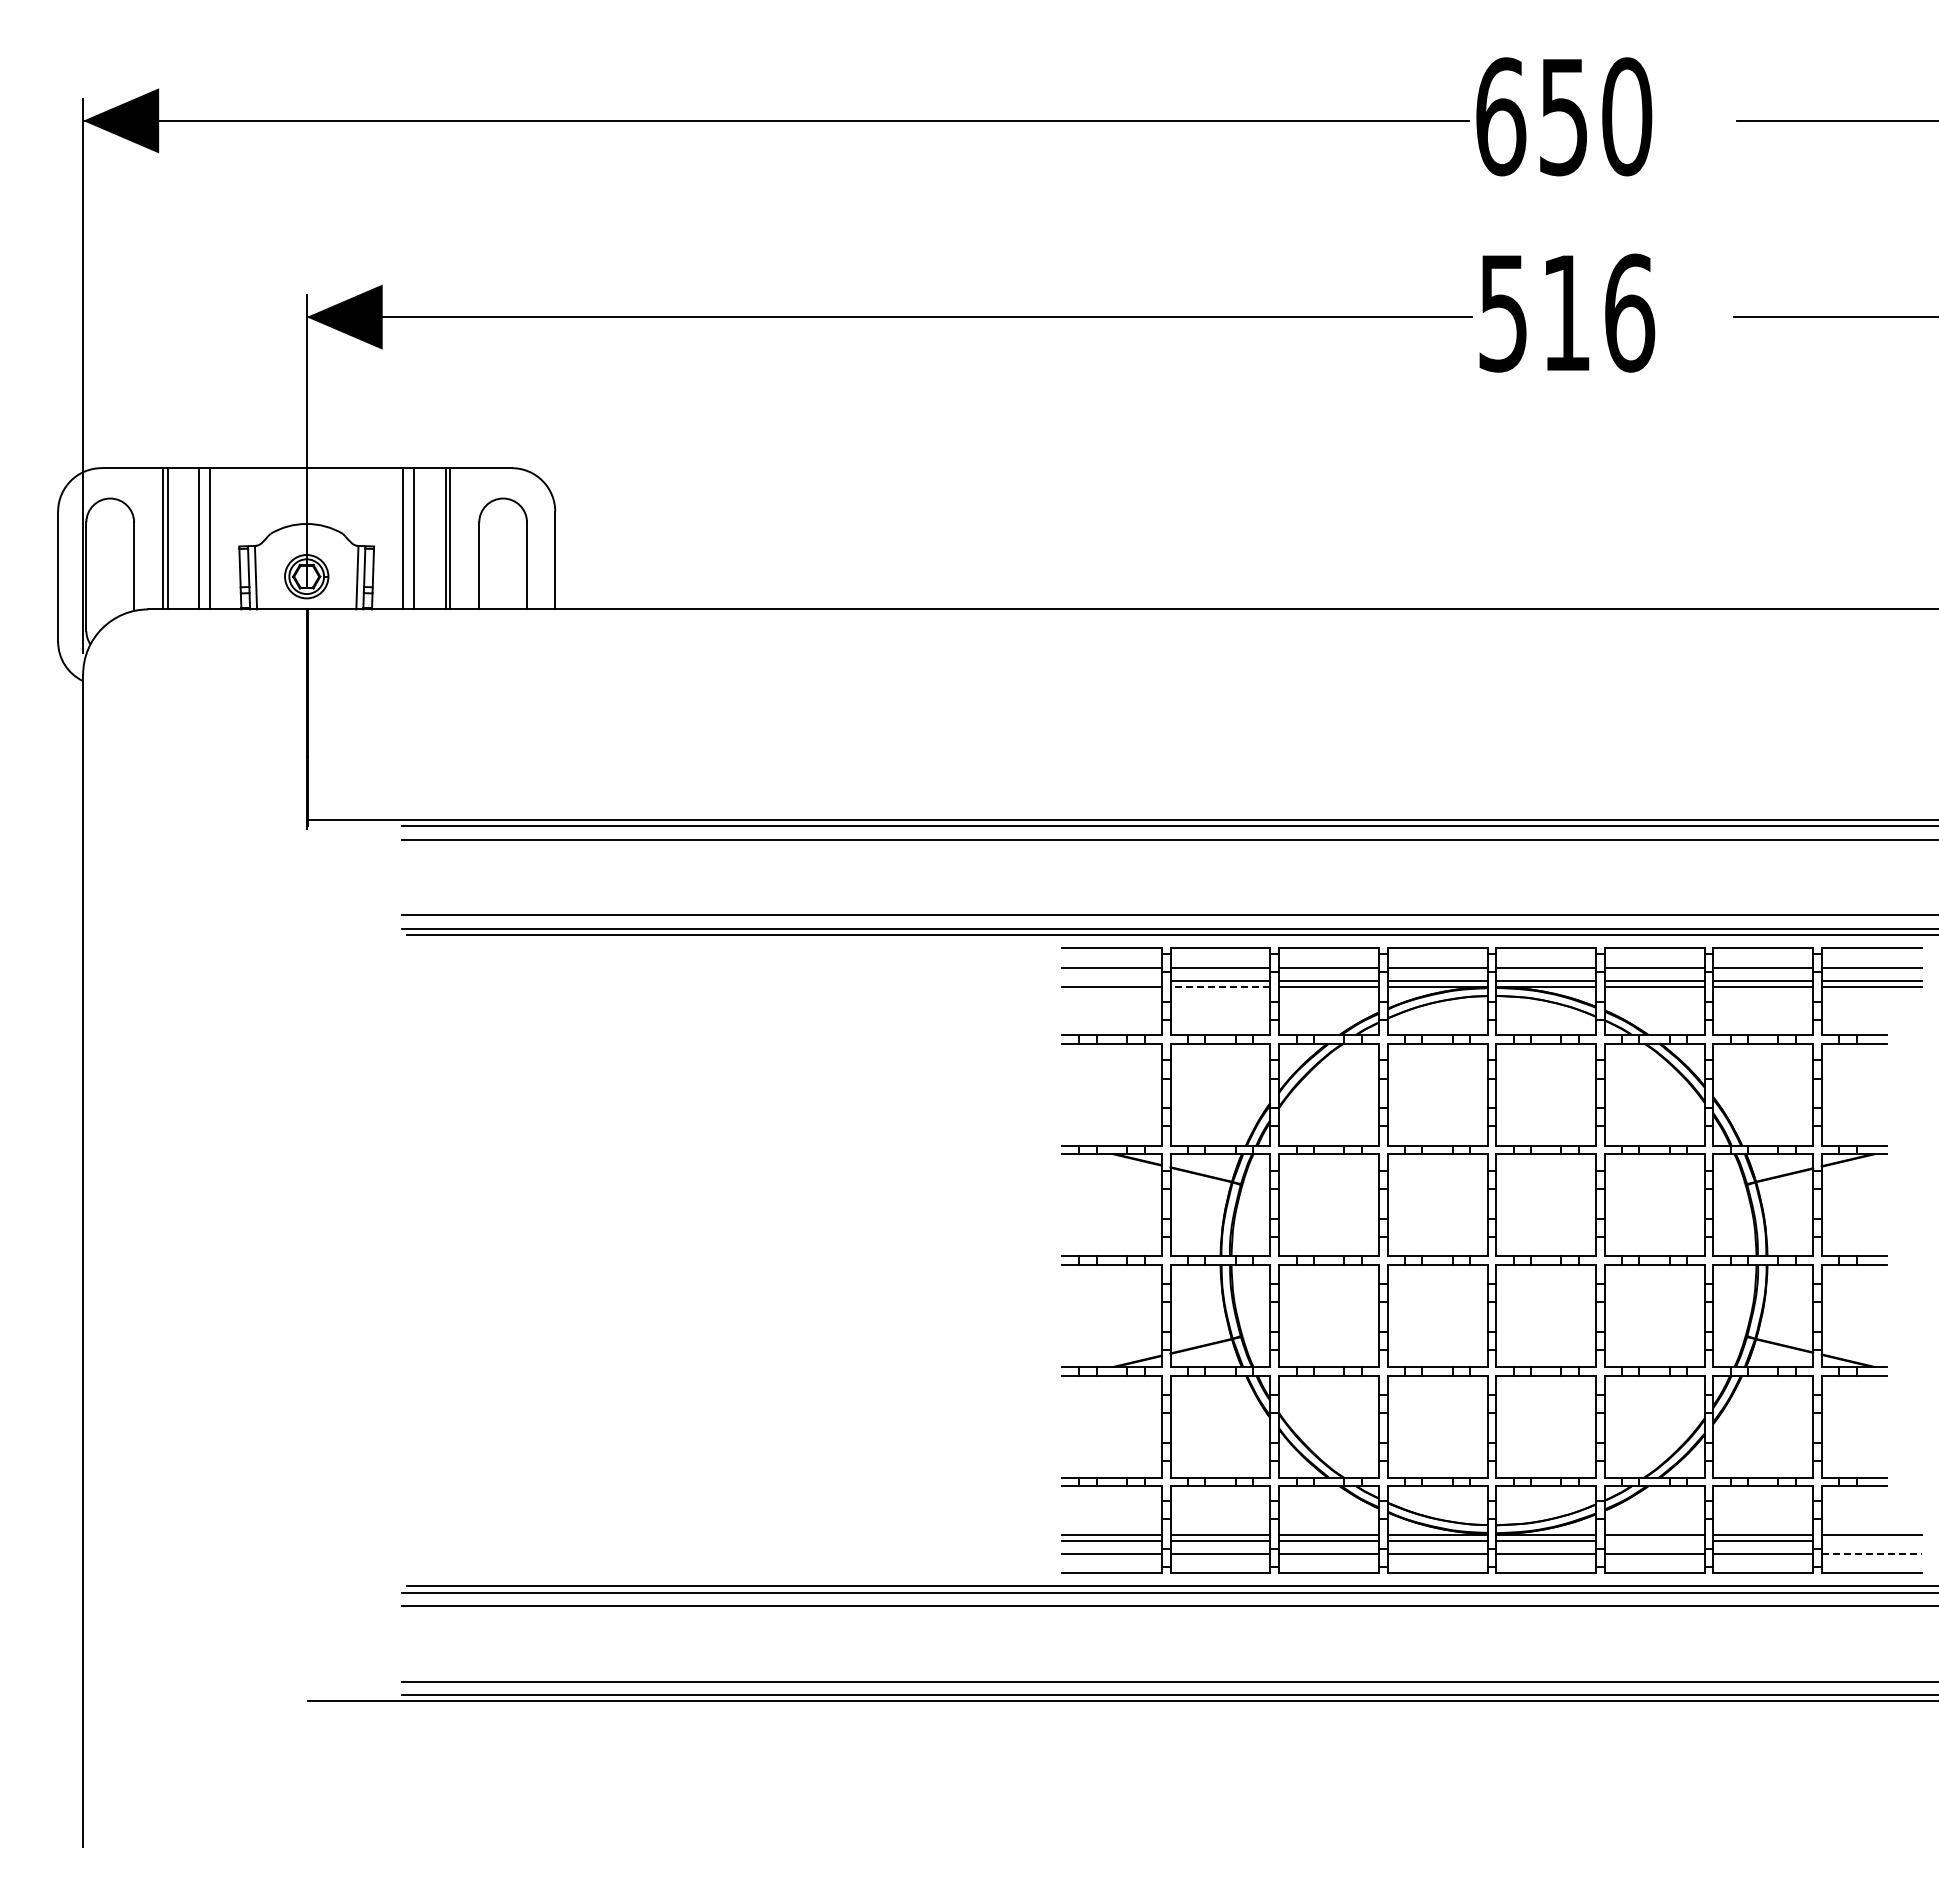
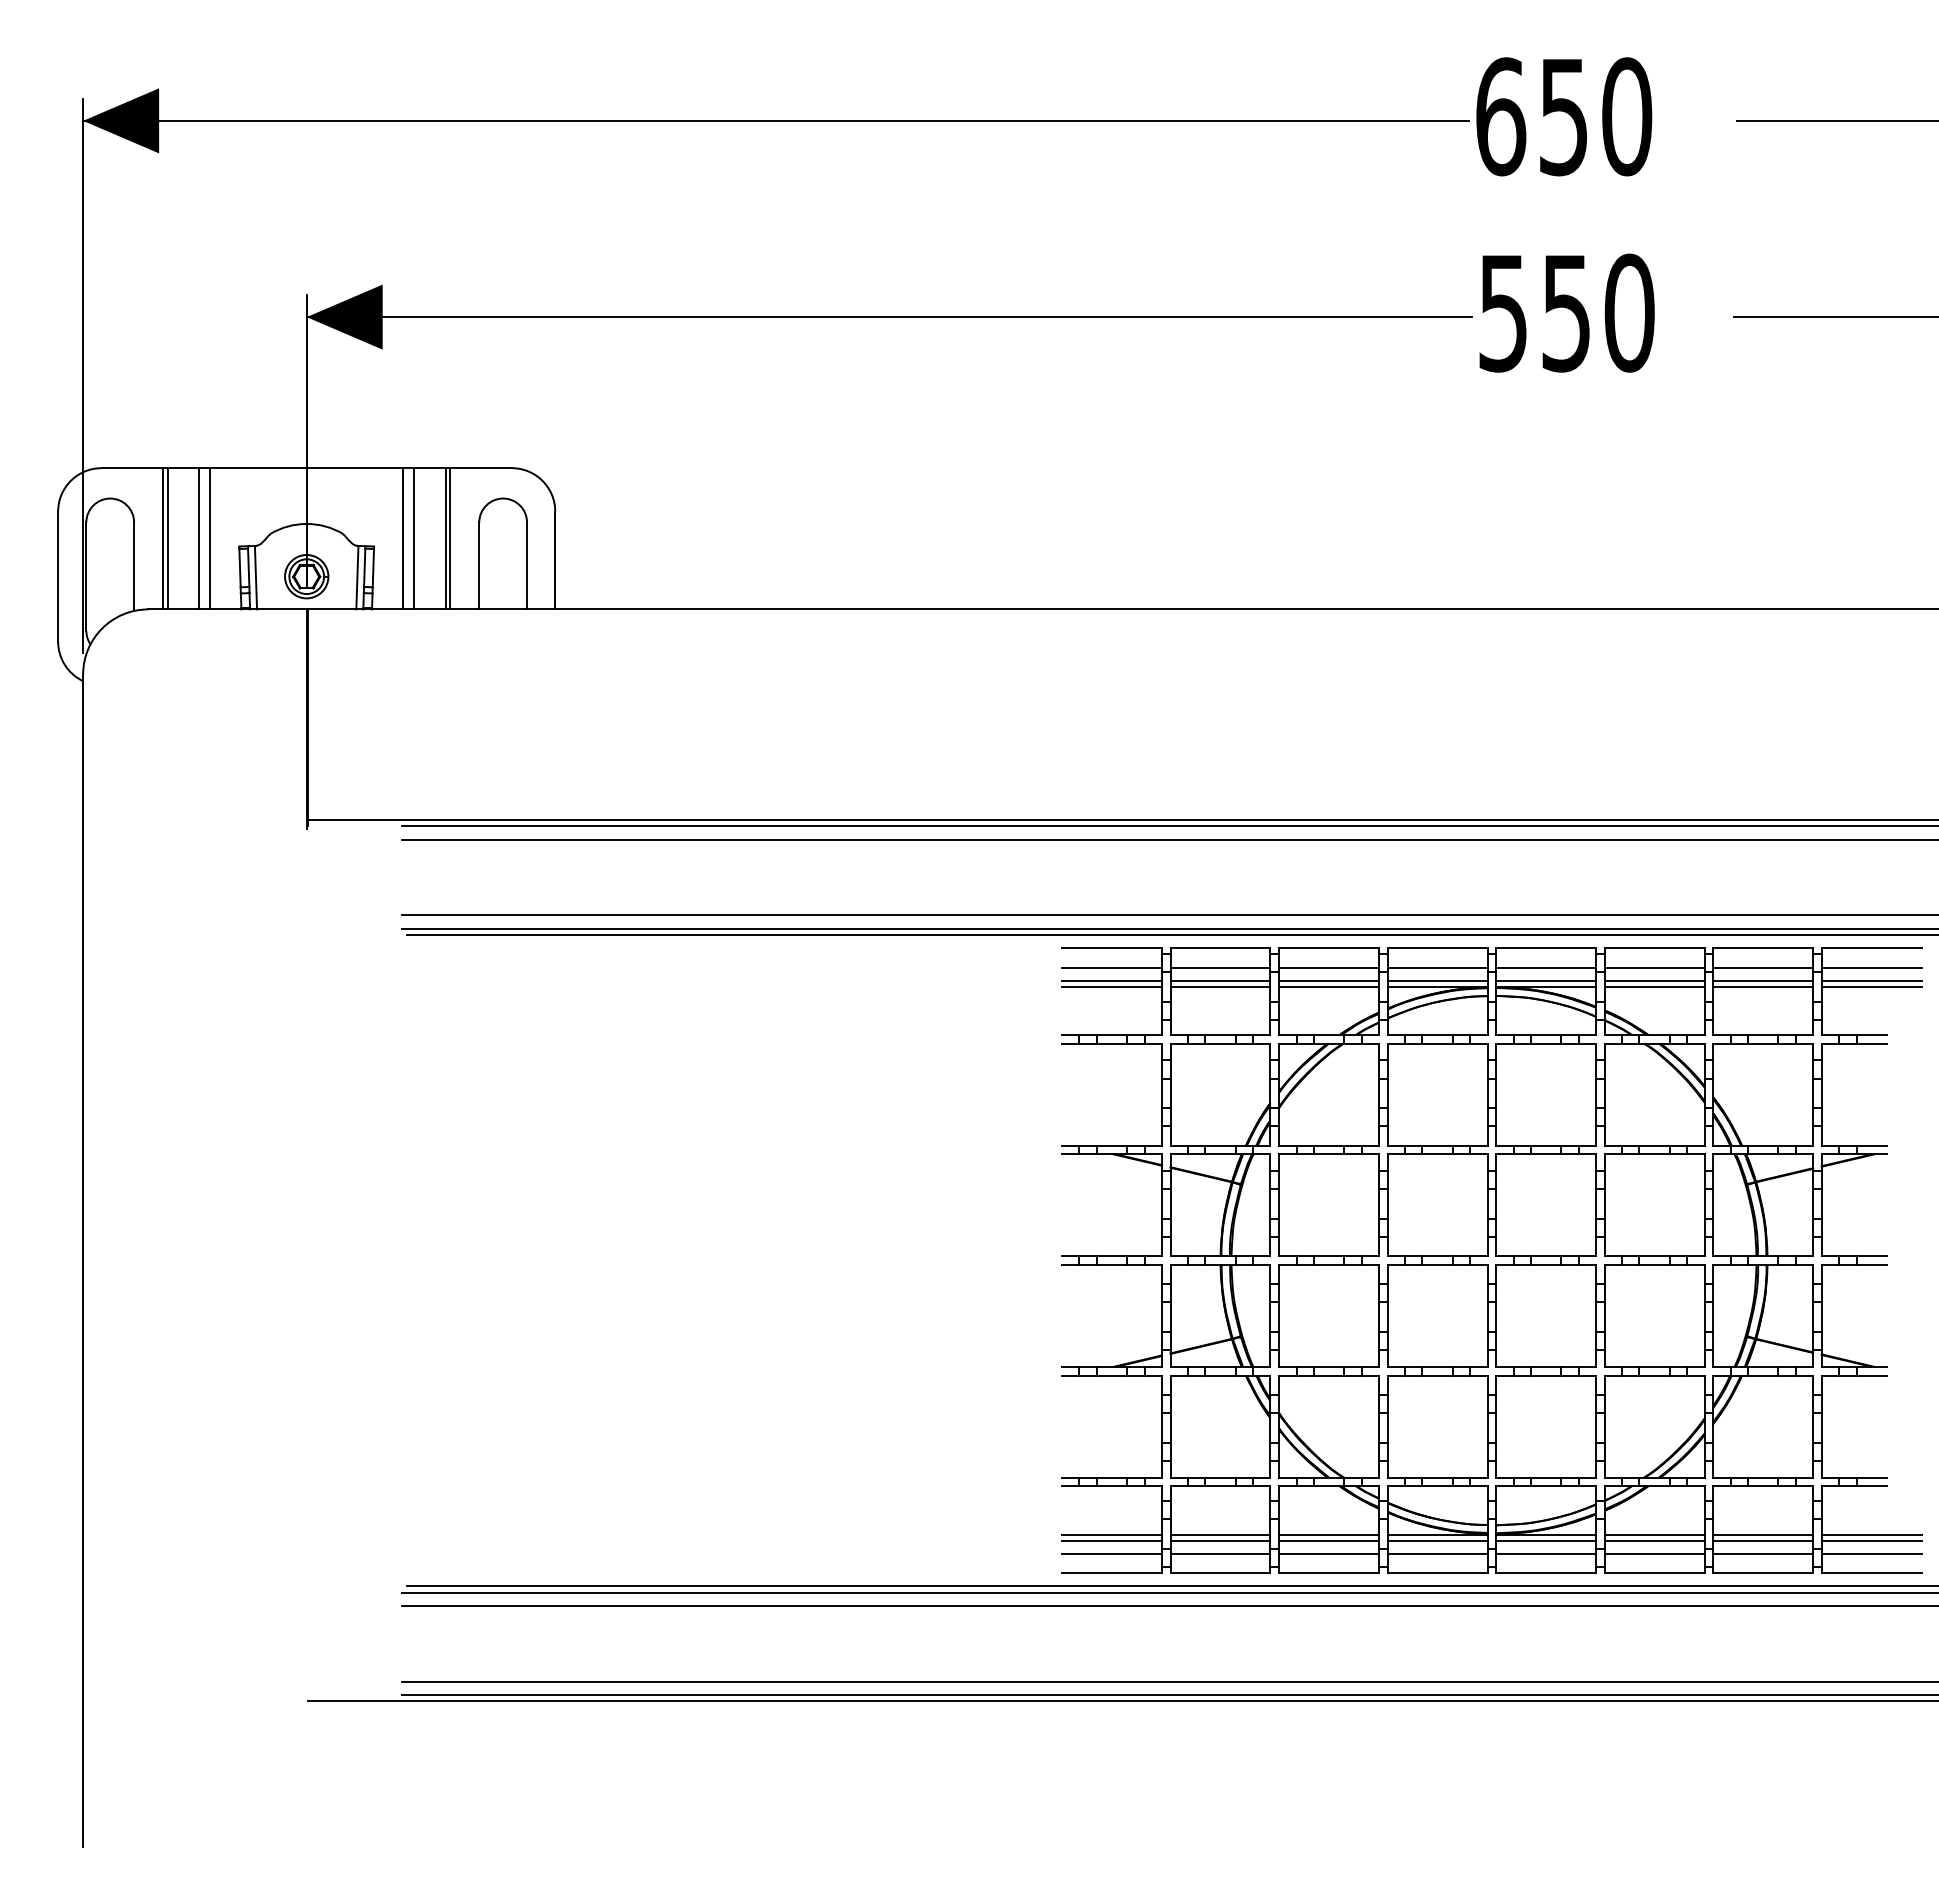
text at (1598, 312): 516 -> 550
line at (1111, 980): none -> present
line at (1220, 986): dashed -> solid
line at (1654, 1540): none -> present
line at (1871, 1540): none -> present
line at (1871, 1553): dashed -> solid
